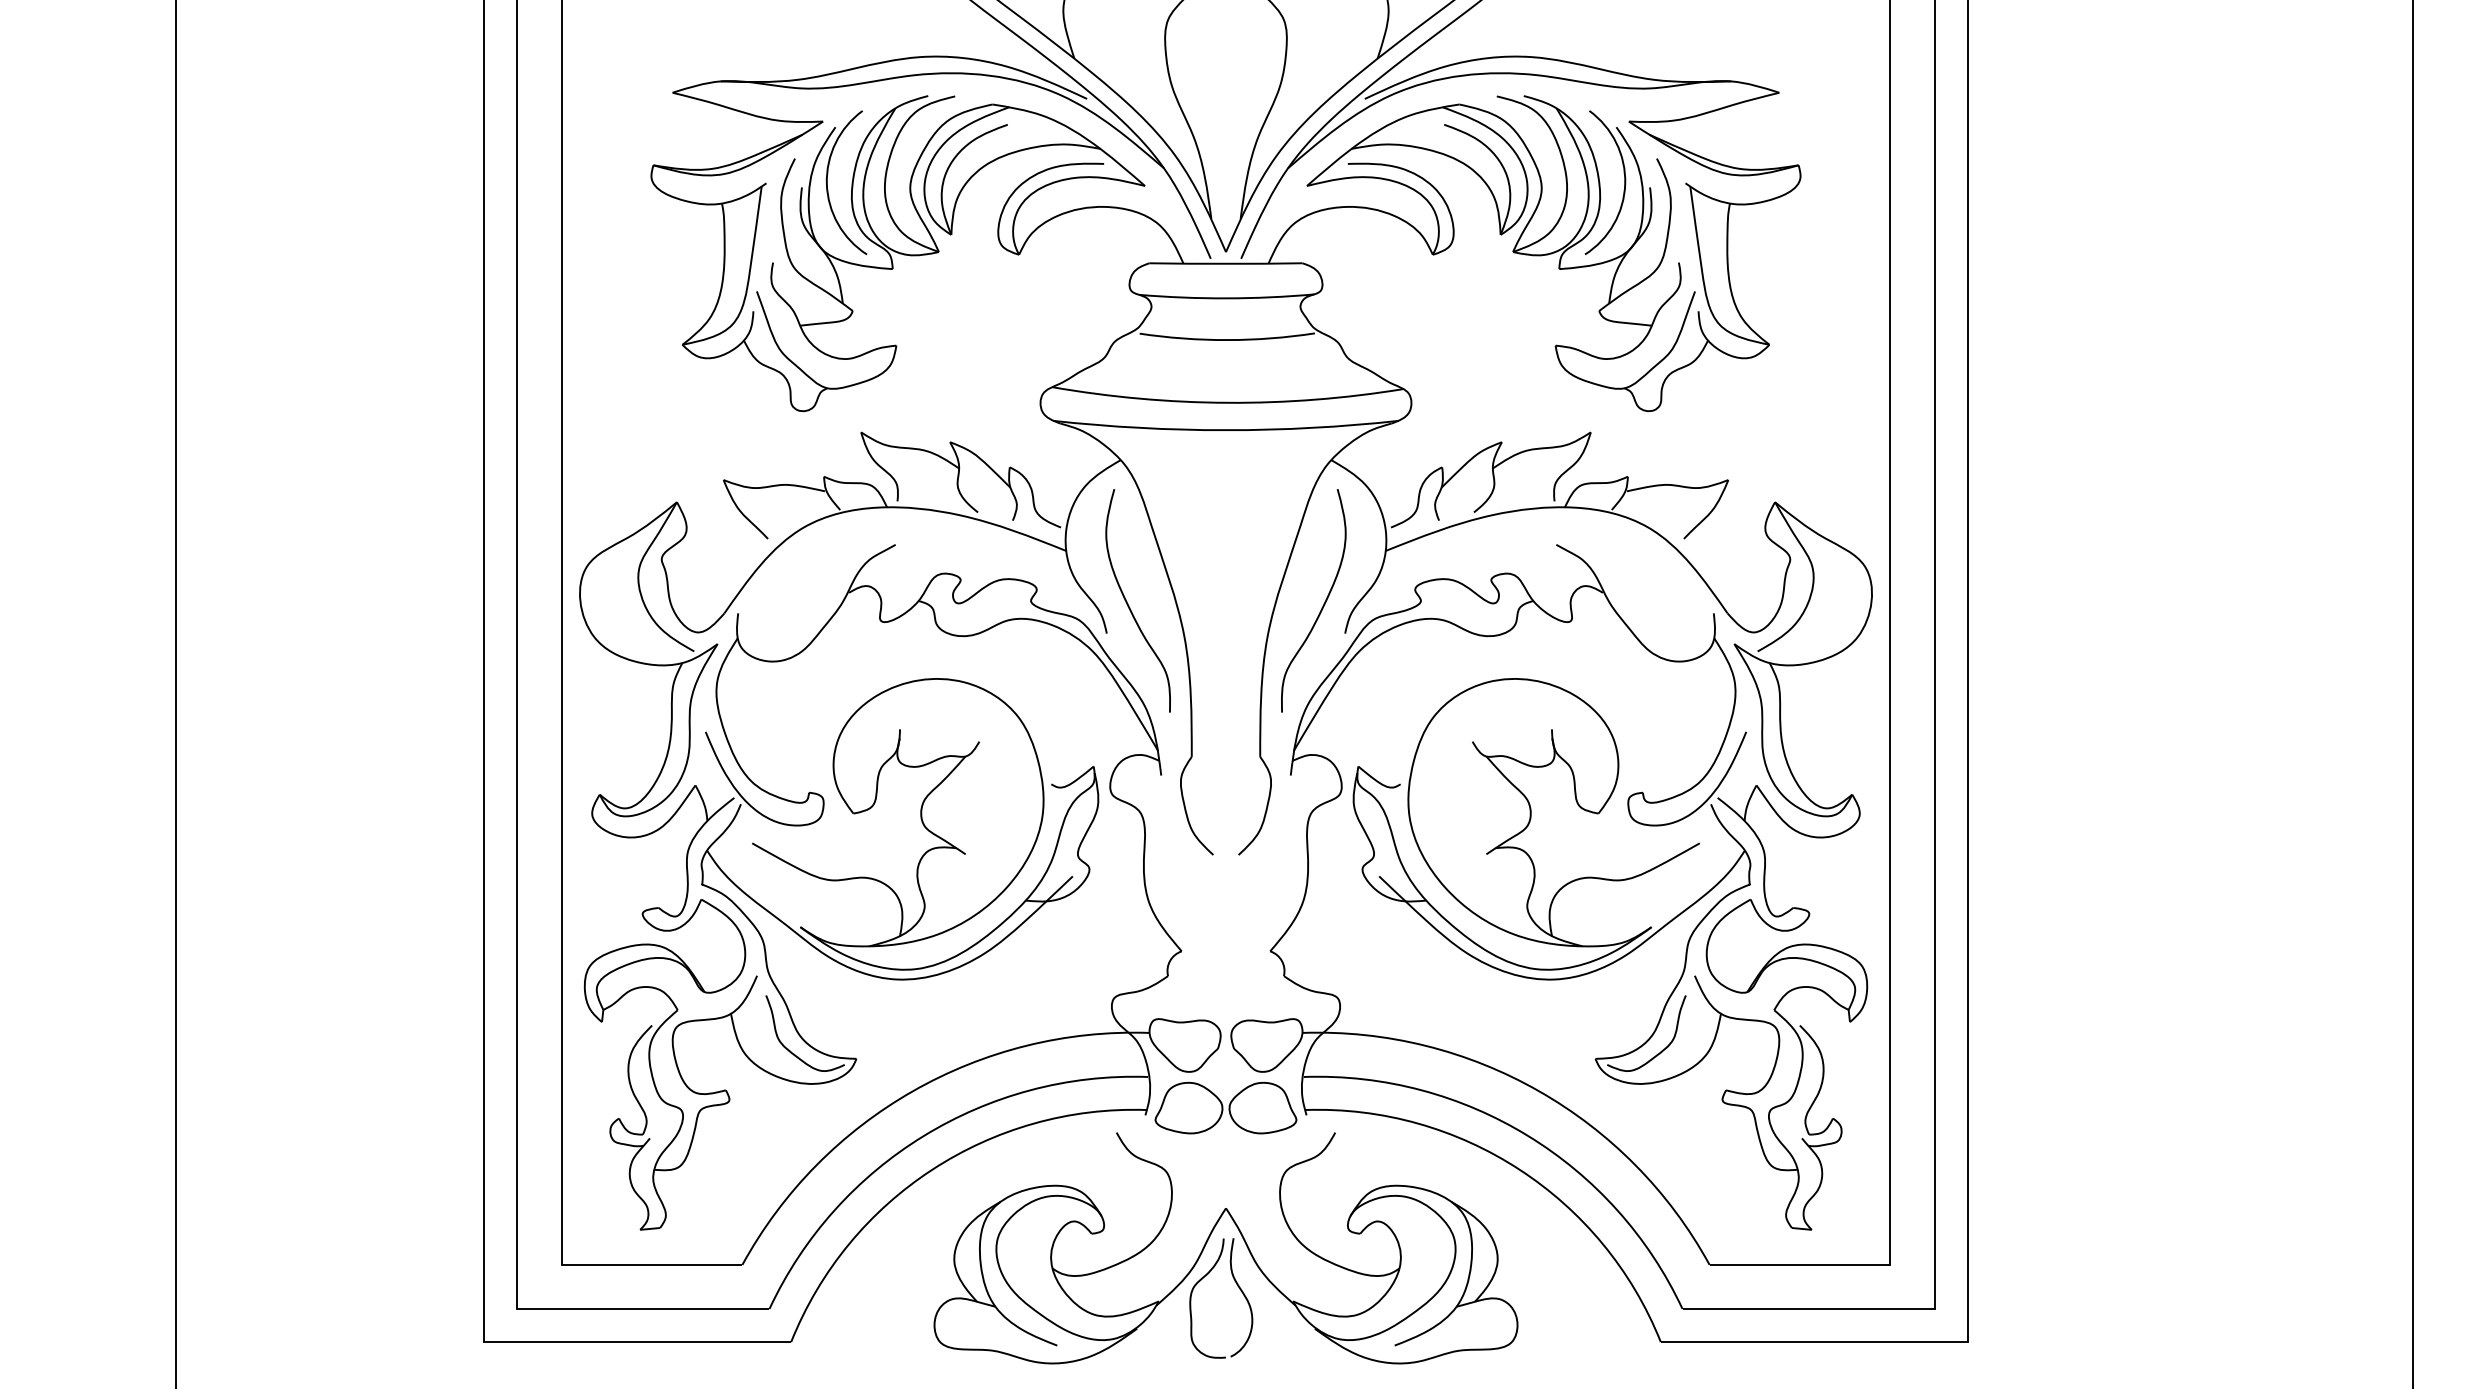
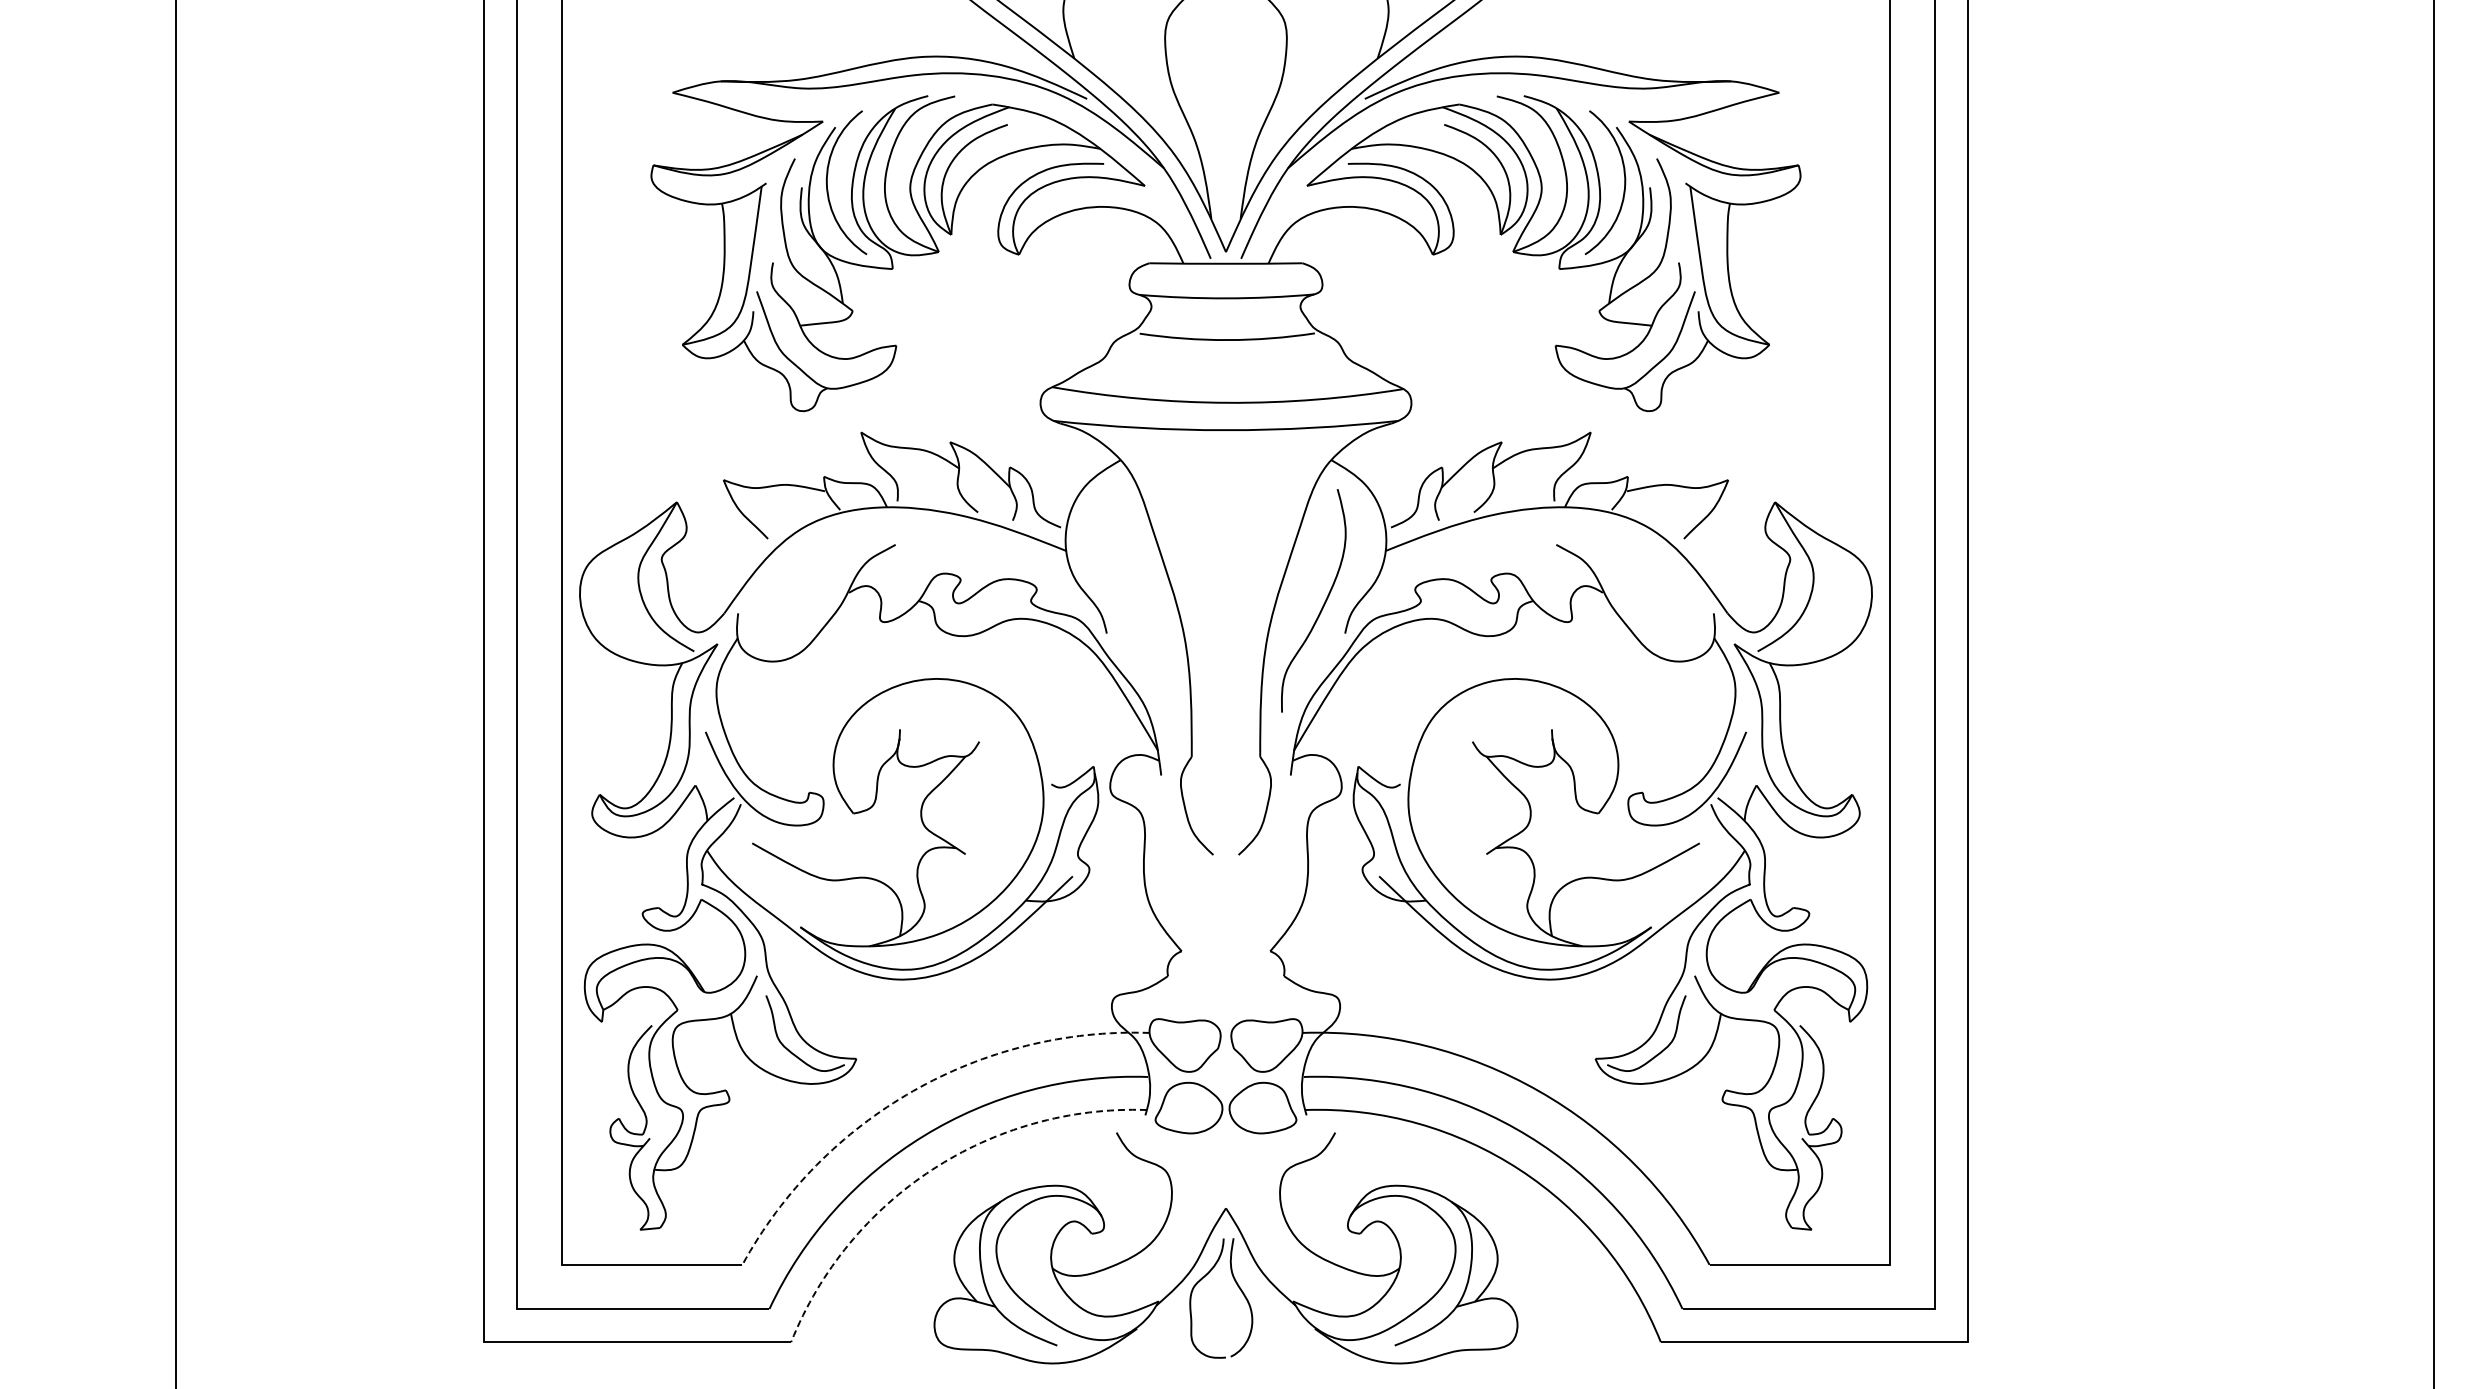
curve at (1129, 605): present -> none
line at (2413, 693) position: (2413, 693) -> (2434, 693)
arc at (913, 1091): solid -> dashed
arc at (932, 1169): solid -> dashed
